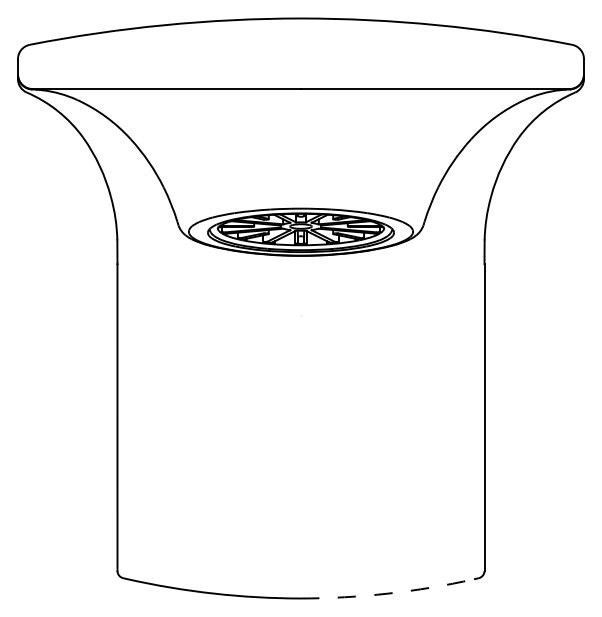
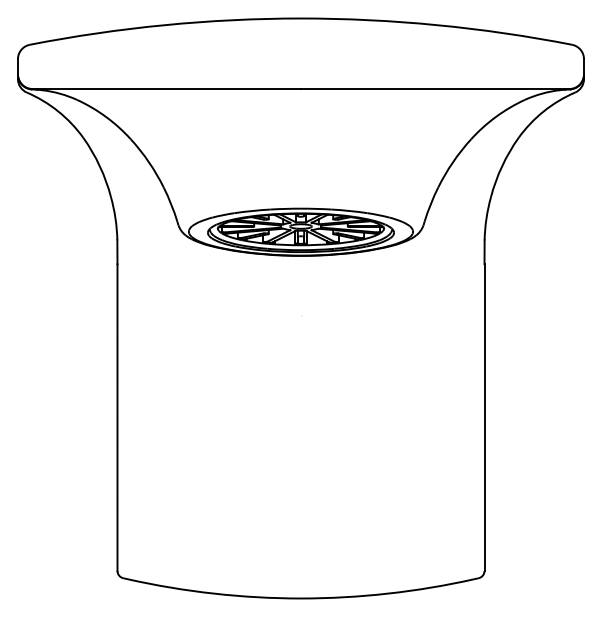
arc at (388, 593): dashed -> solid
